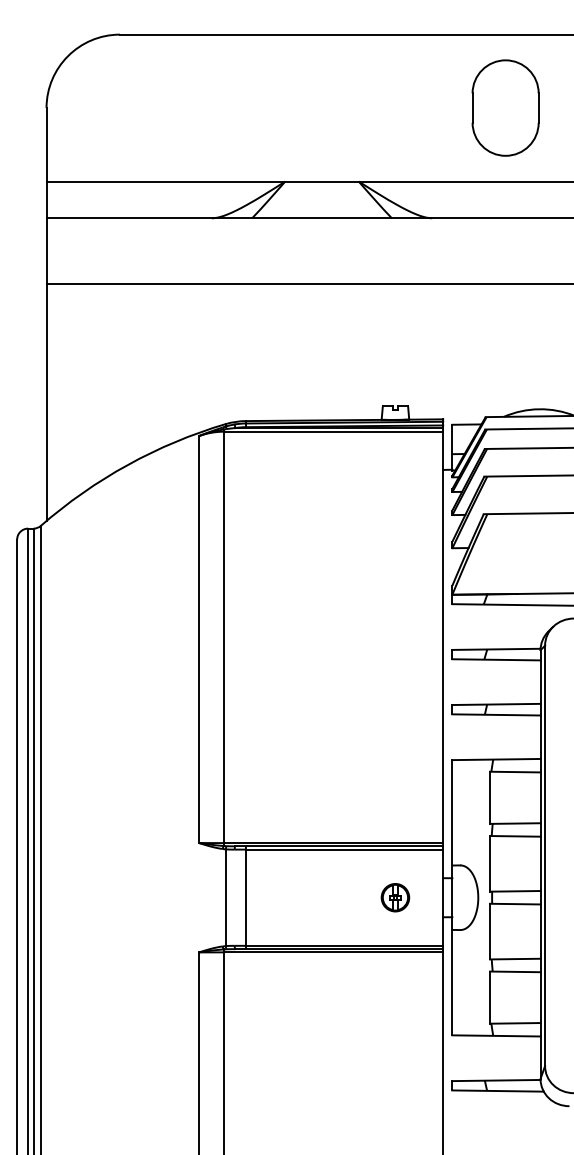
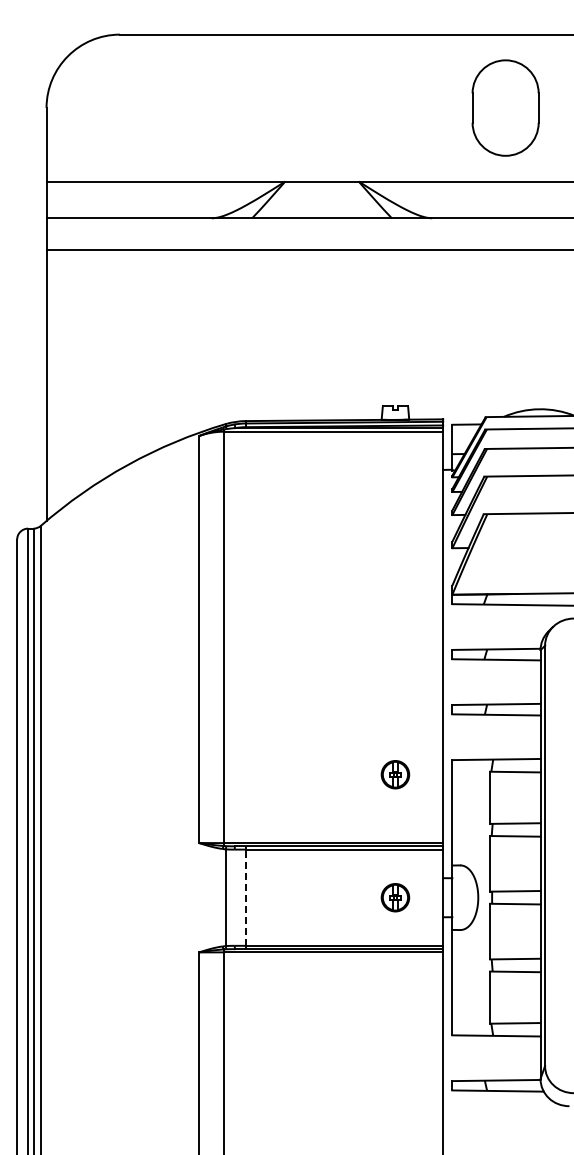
line at (308, 284) position: (308, 284) -> (308, 250)
part at (395, 774): none -> present
line at (245, 897): solid -> dashed
